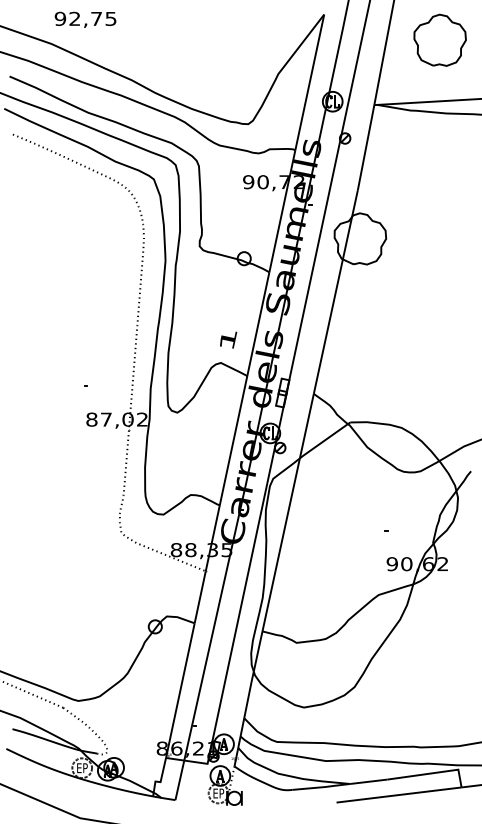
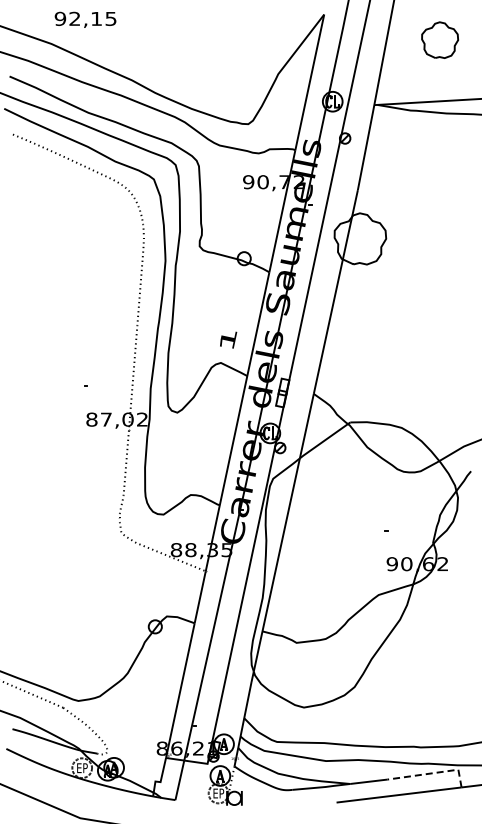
text at (96, 18): 92,75 -> 92,15
part at (439, 39) size: 54x54 px -> 38x38 px
line at (432, 773): solid -> dashed
